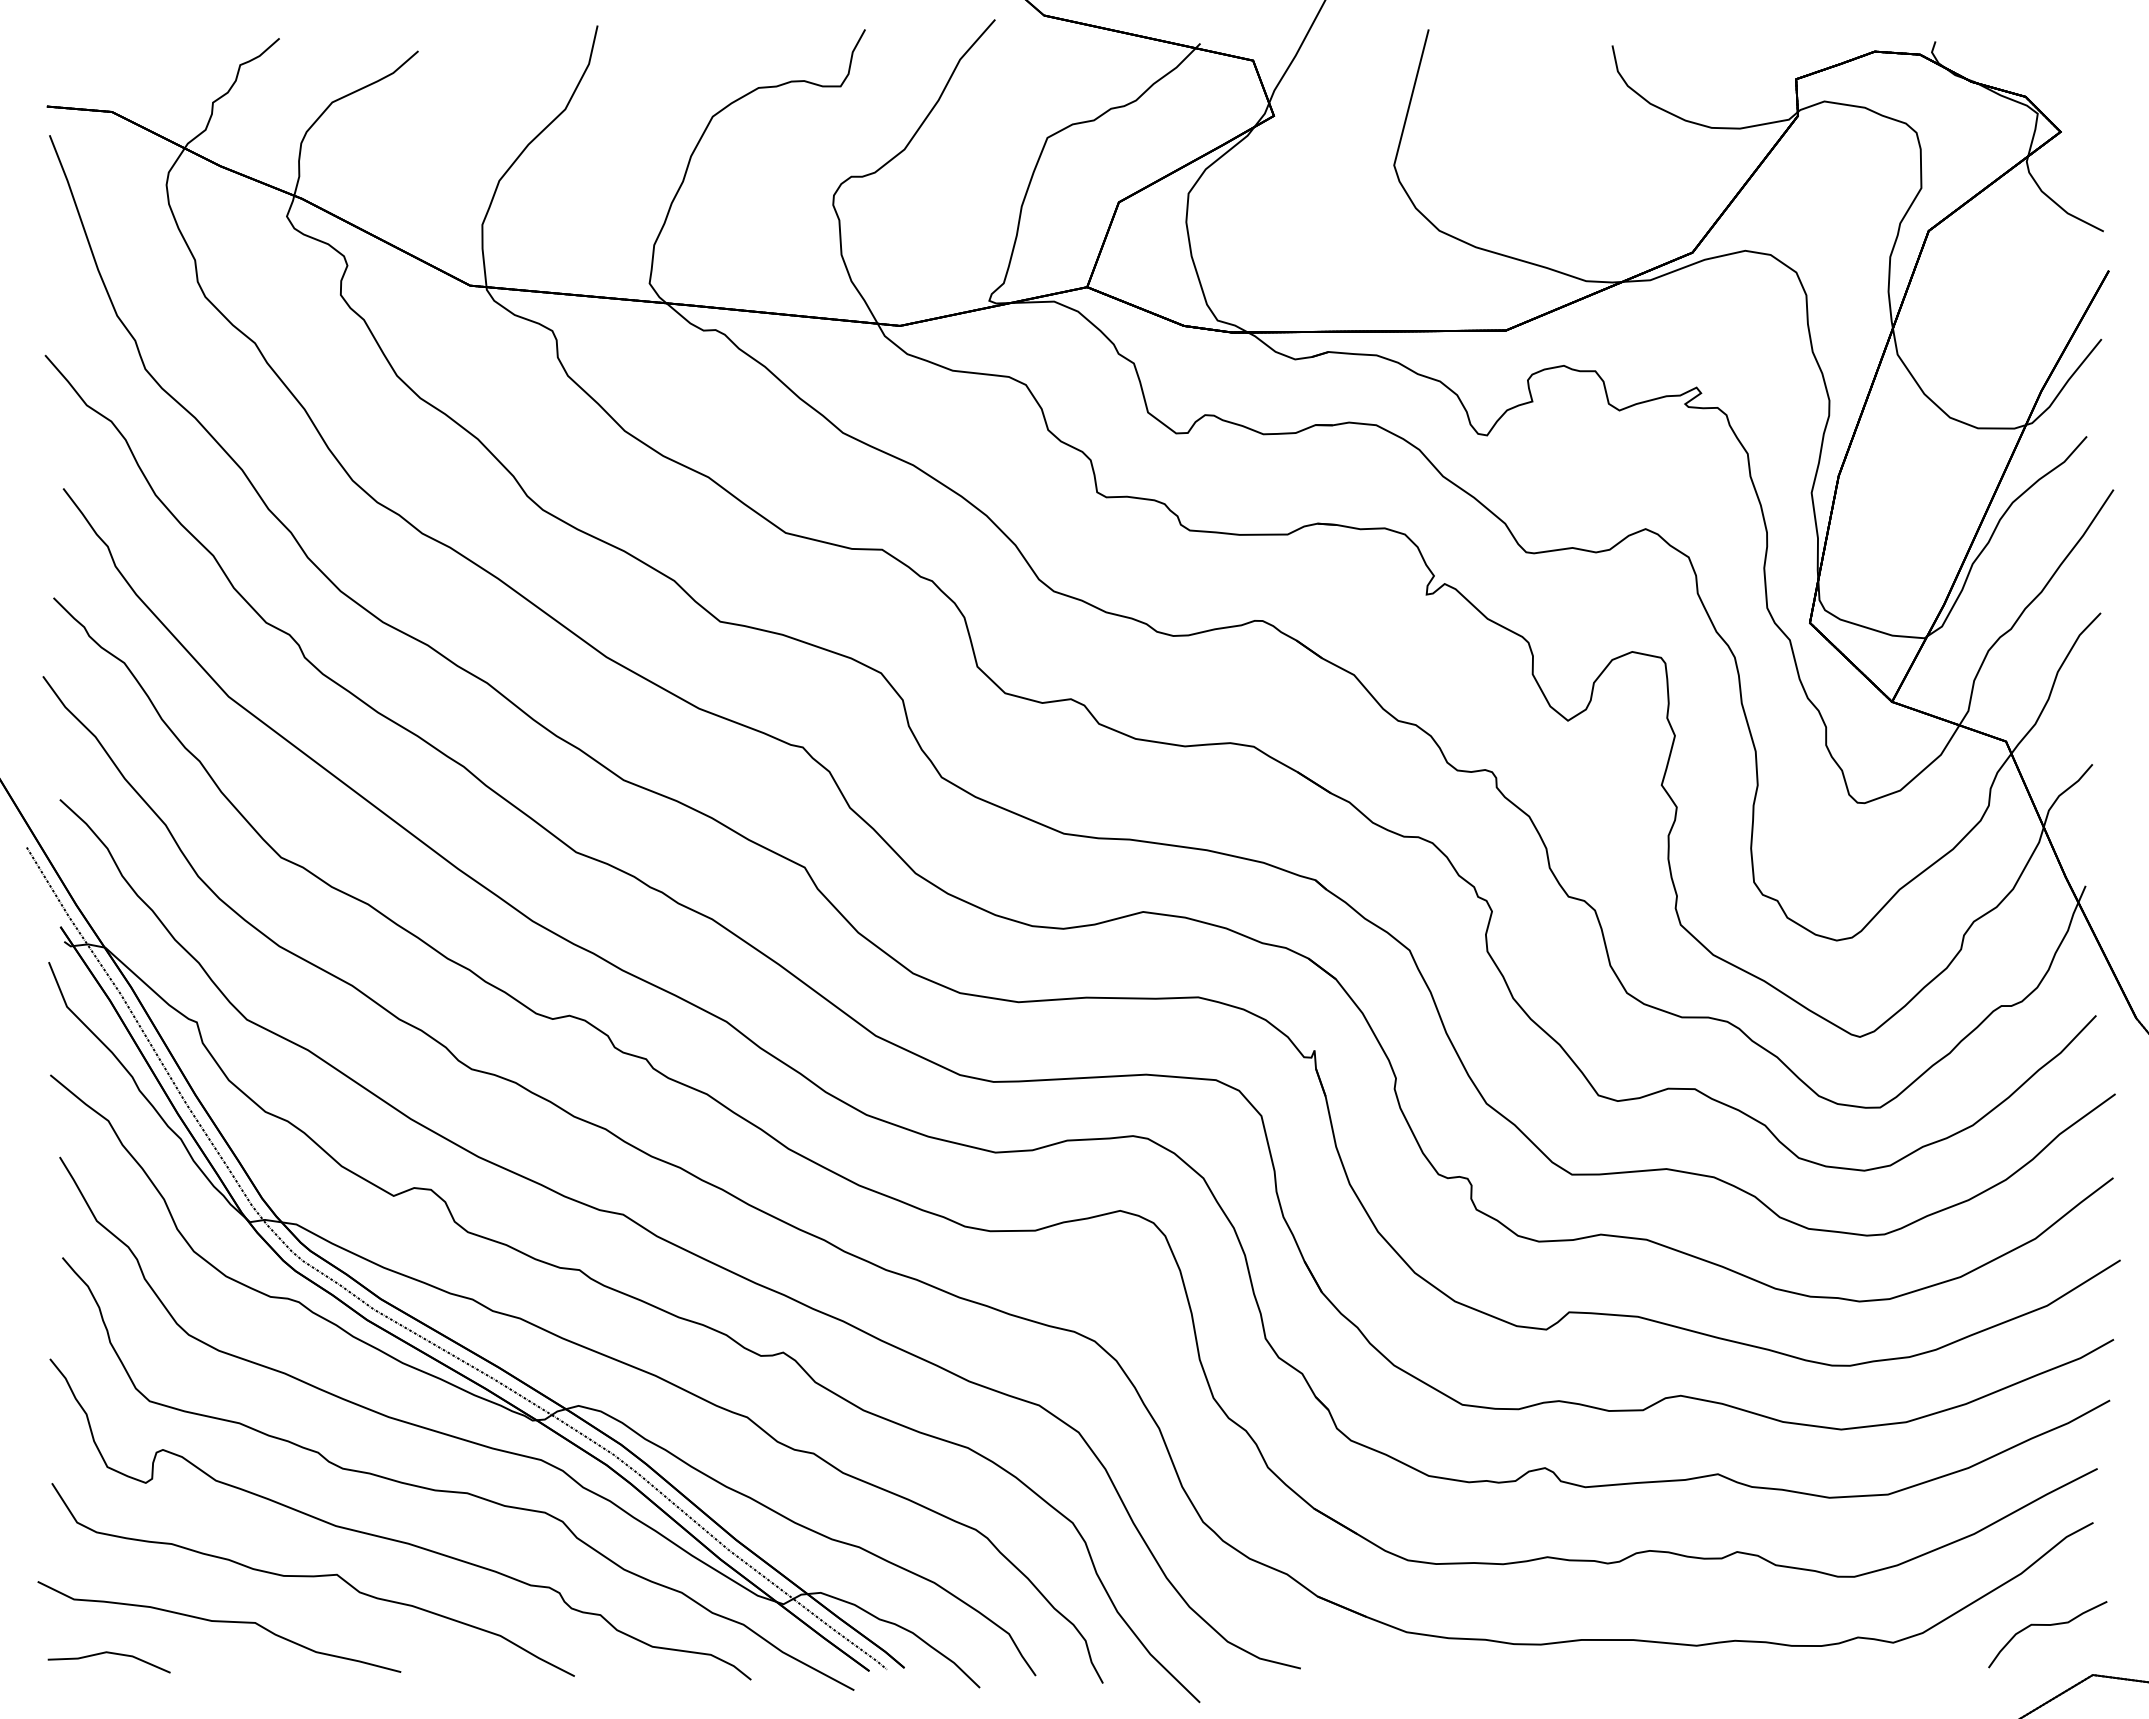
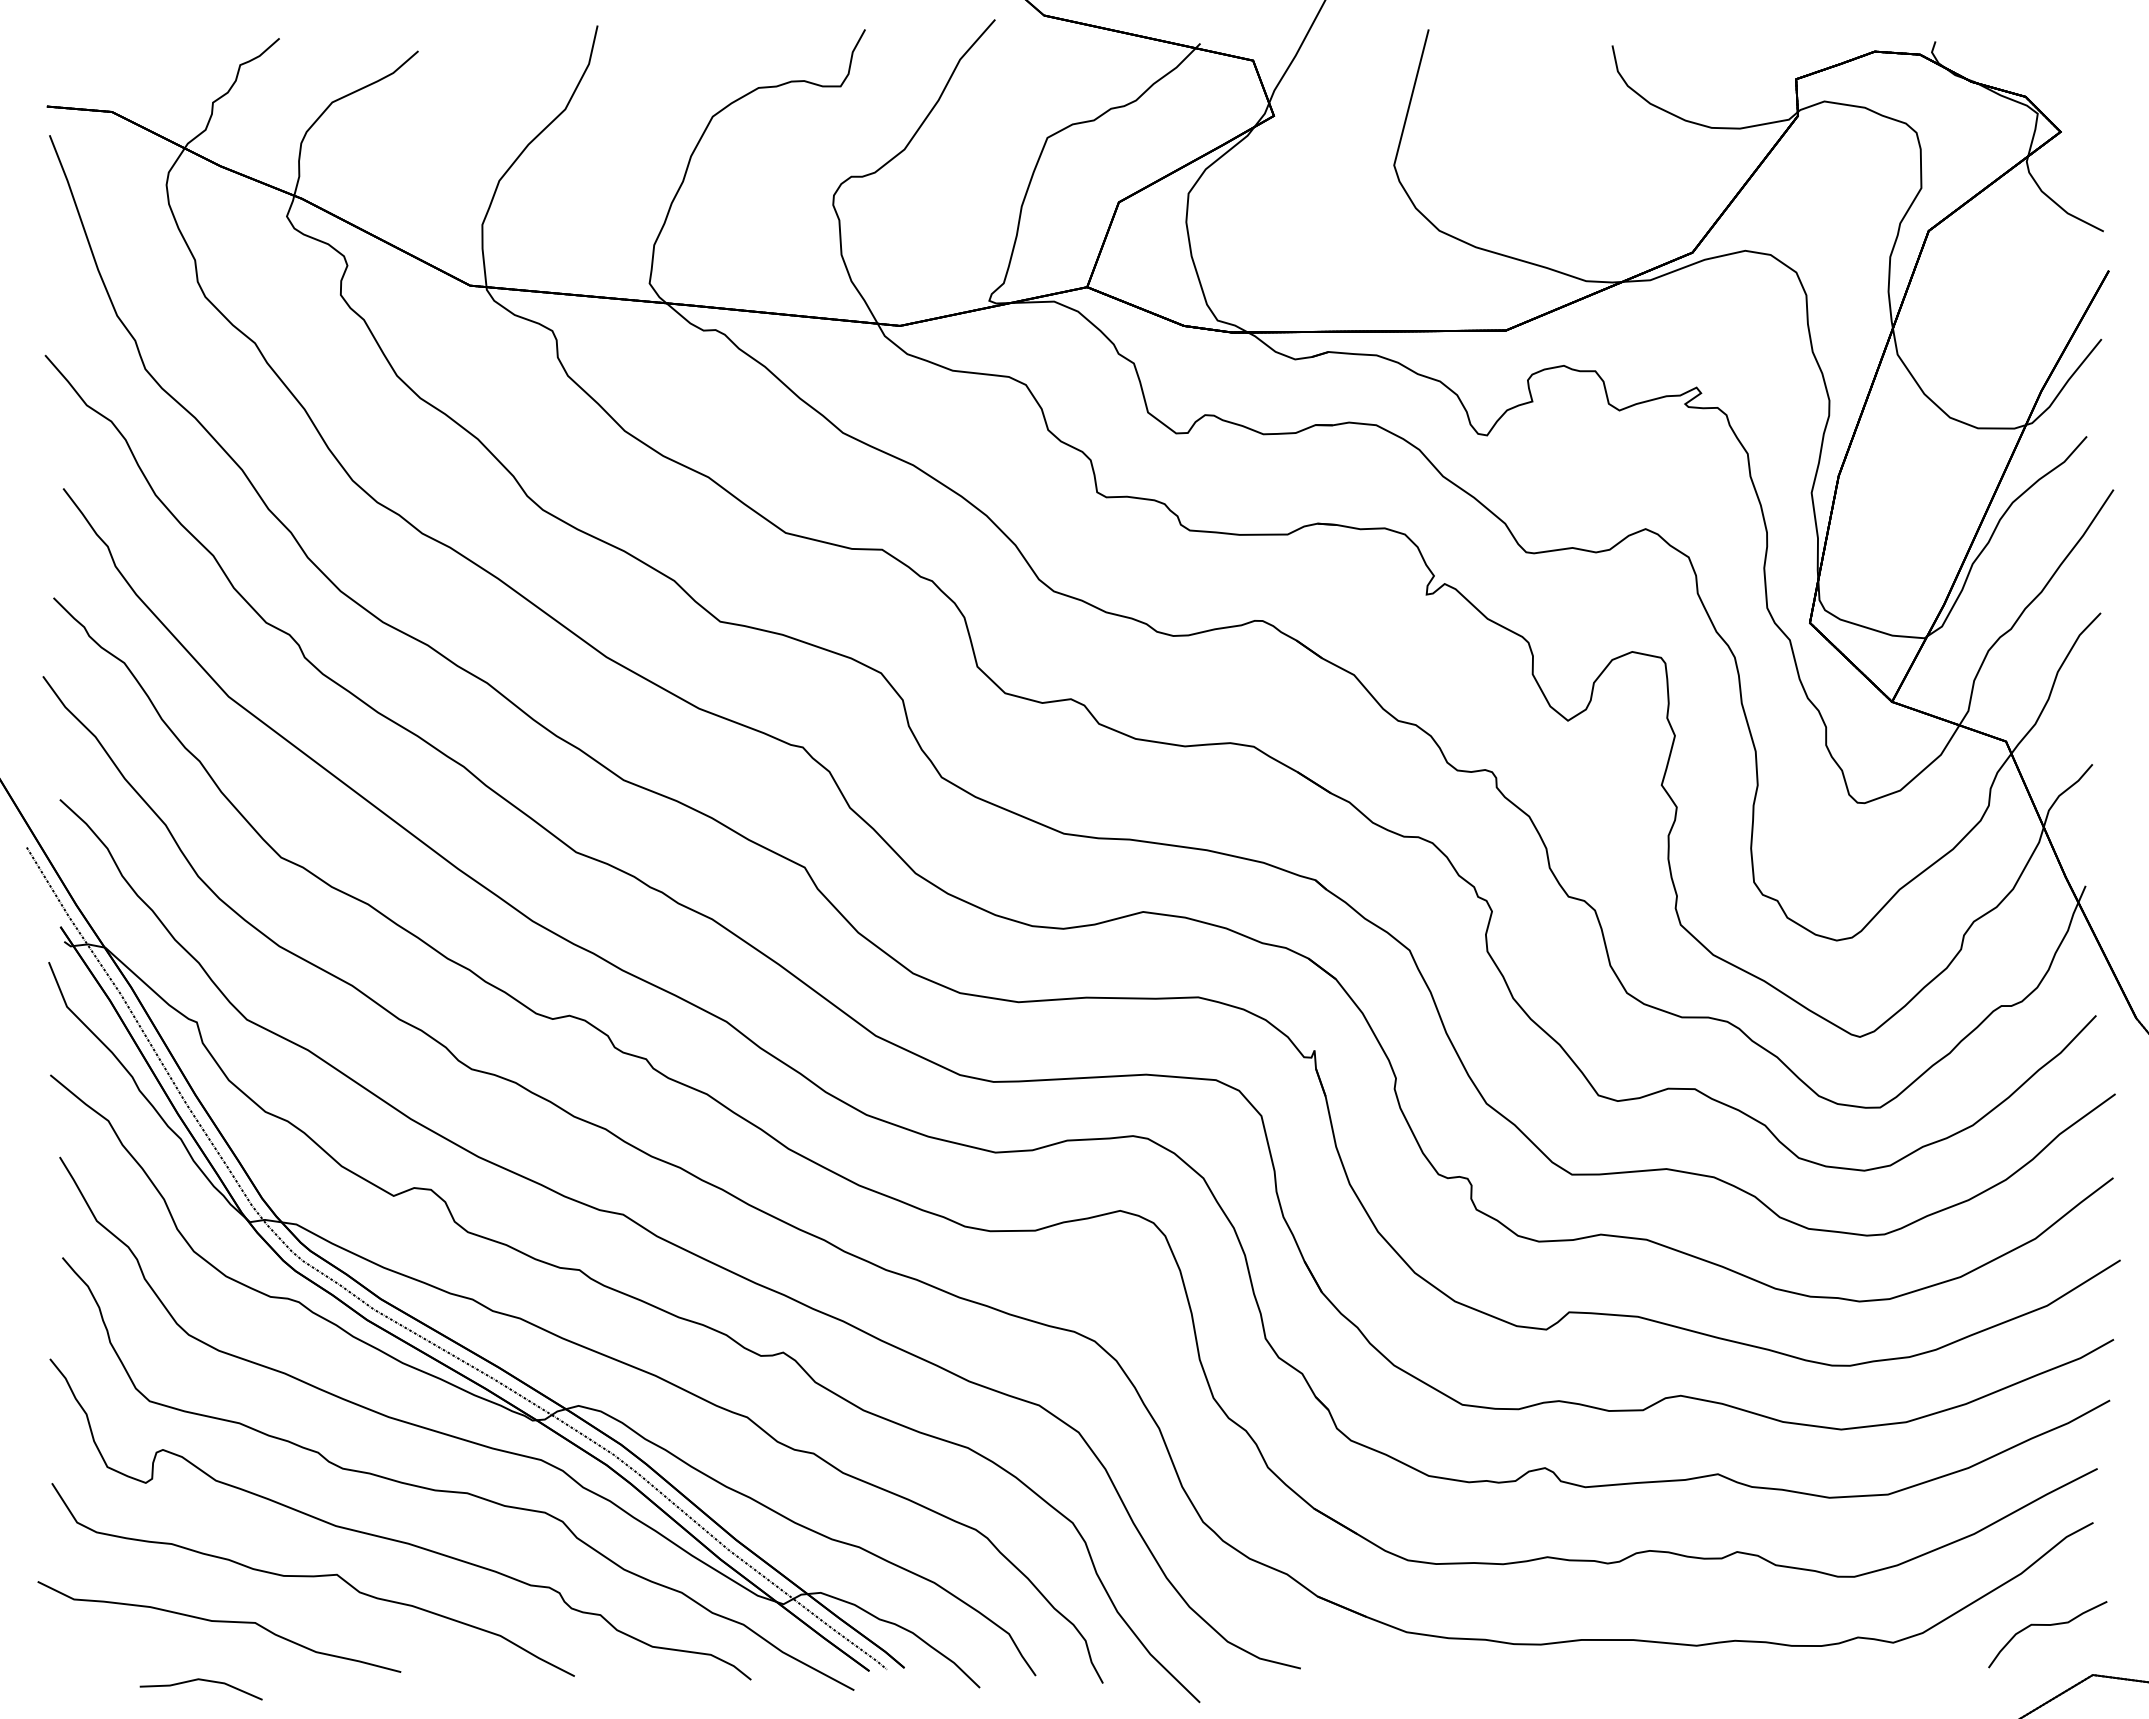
part at (112, 1654) position: (112, 1654) -> (204, 1681)
